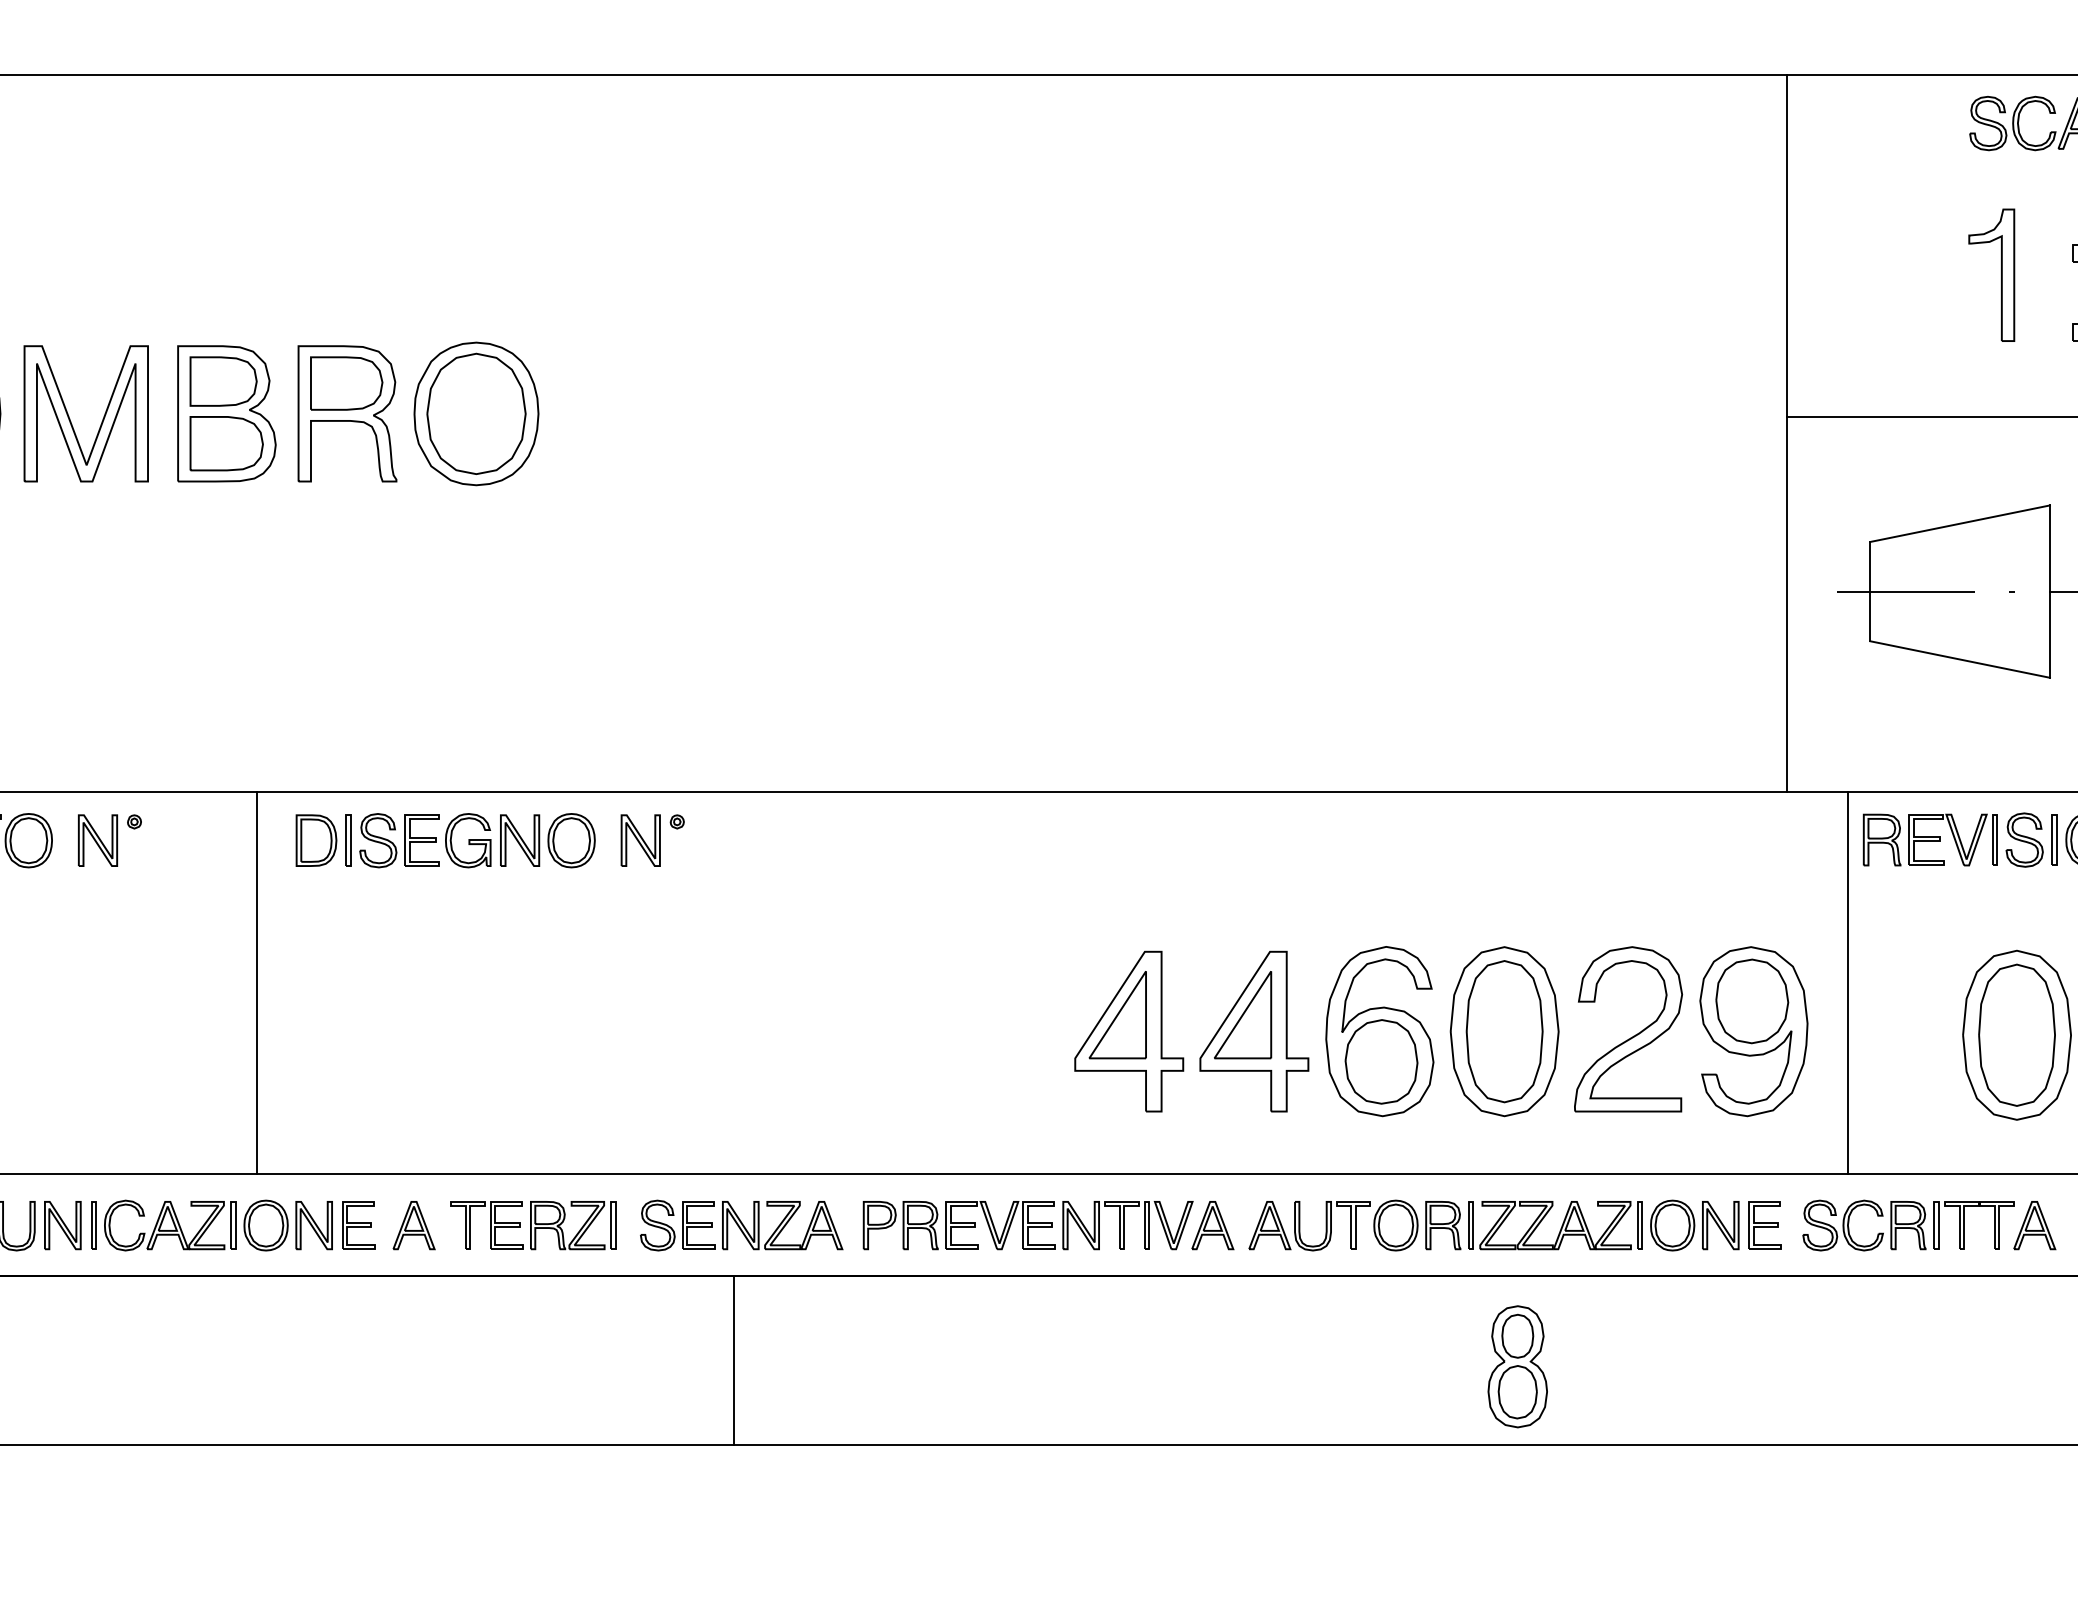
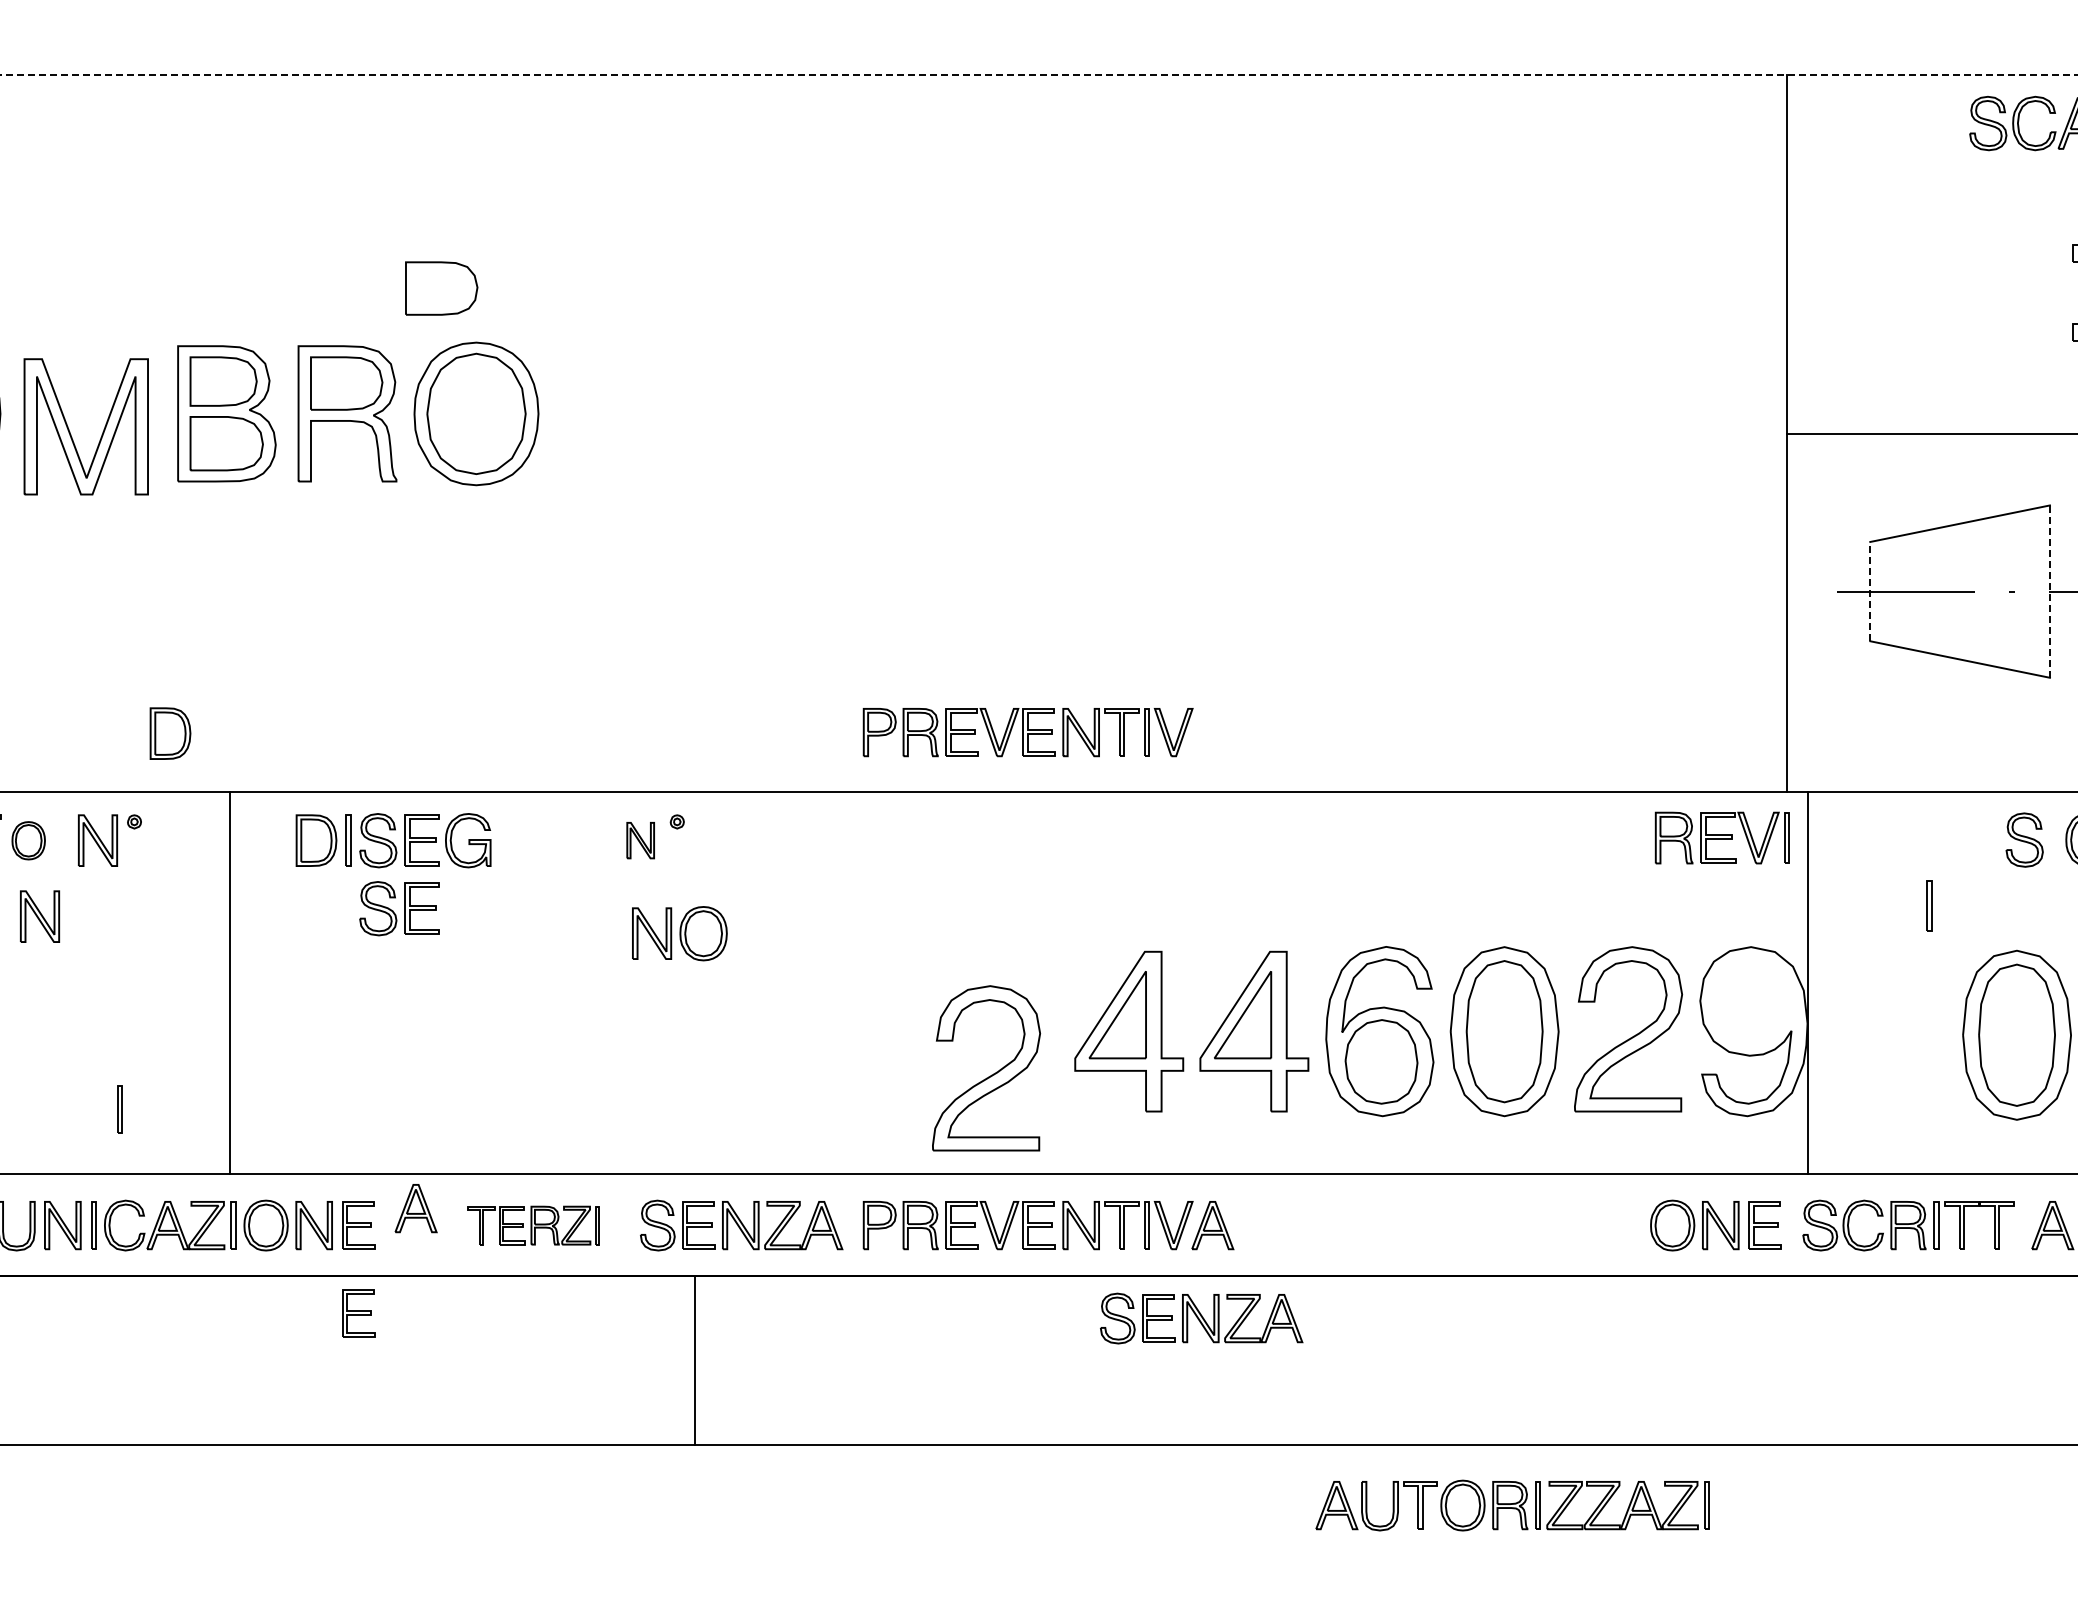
line at (1039, 74): solid -> dashed
part at (2001, 274): present -> none
part at (441, 288): none -> present
line at (1930, 416) position: (1930, 416) -> (1930, 433)
part at (70, 418) position: (70, 418) -> (70, 431)
line at (1870, 591): solid -> dashed
line at (2049, 591): solid -> dashed
part at (1027, 732): none -> present
part at (170, 733): none -> present
part at (1929, 839) position: (1929, 839) -> (1721, 837)
part at (2054, 839) position: (2054, 839) -> (1929, 905)
part at (28, 840) size: 49x56 px -> 35x40 px
part at (547, 840) position: (547, 840) -> (679, 933)
part at (640, 840) size: 41x53 px -> 29x38 px
part at (399, 908): none -> present
part at (40, 916): none -> present
line at (257, 982) position: (257, 982) -> (230, 982)
line at (1848, 982) position: (1848, 982) -> (1808, 982)
part at (1752, 1001): present -> none
part at (991, 1074): none -> present
part at (119, 1109): none -> present
part at (413, 1225) position: (413, 1225) -> (415, 1208)
part at (533, 1225) size: 167x50 px -> 133x41 px
part at (1445, 1225) position: (1445, 1225) -> (1512, 1505)
part at (2034, 1225) position: (2034, 1225) -> (2052, 1225)
part at (358, 1313): none -> present
part at (1201, 1318): none -> present
line at (734, 1359) position: (734, 1359) -> (695, 1359)
part at (1517, 1366): present -> none
